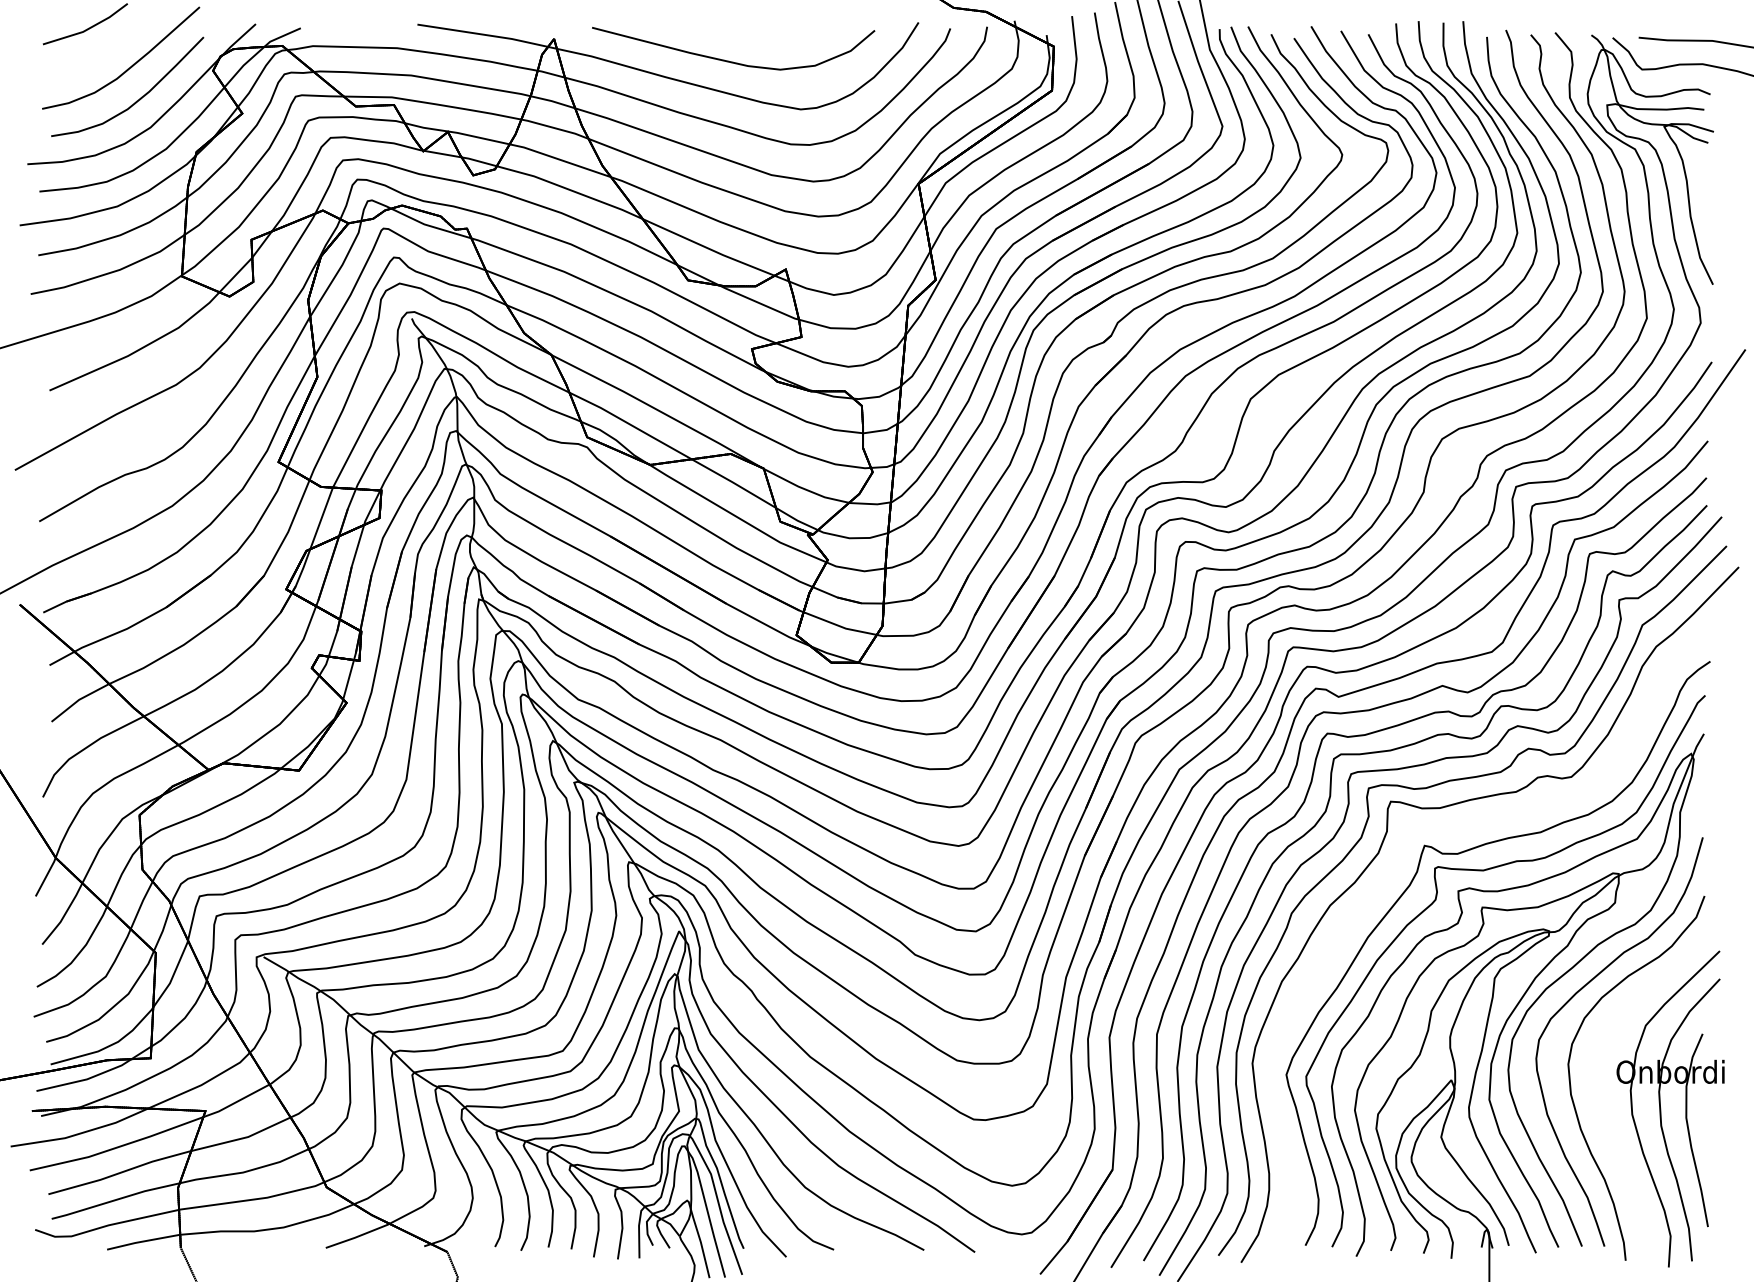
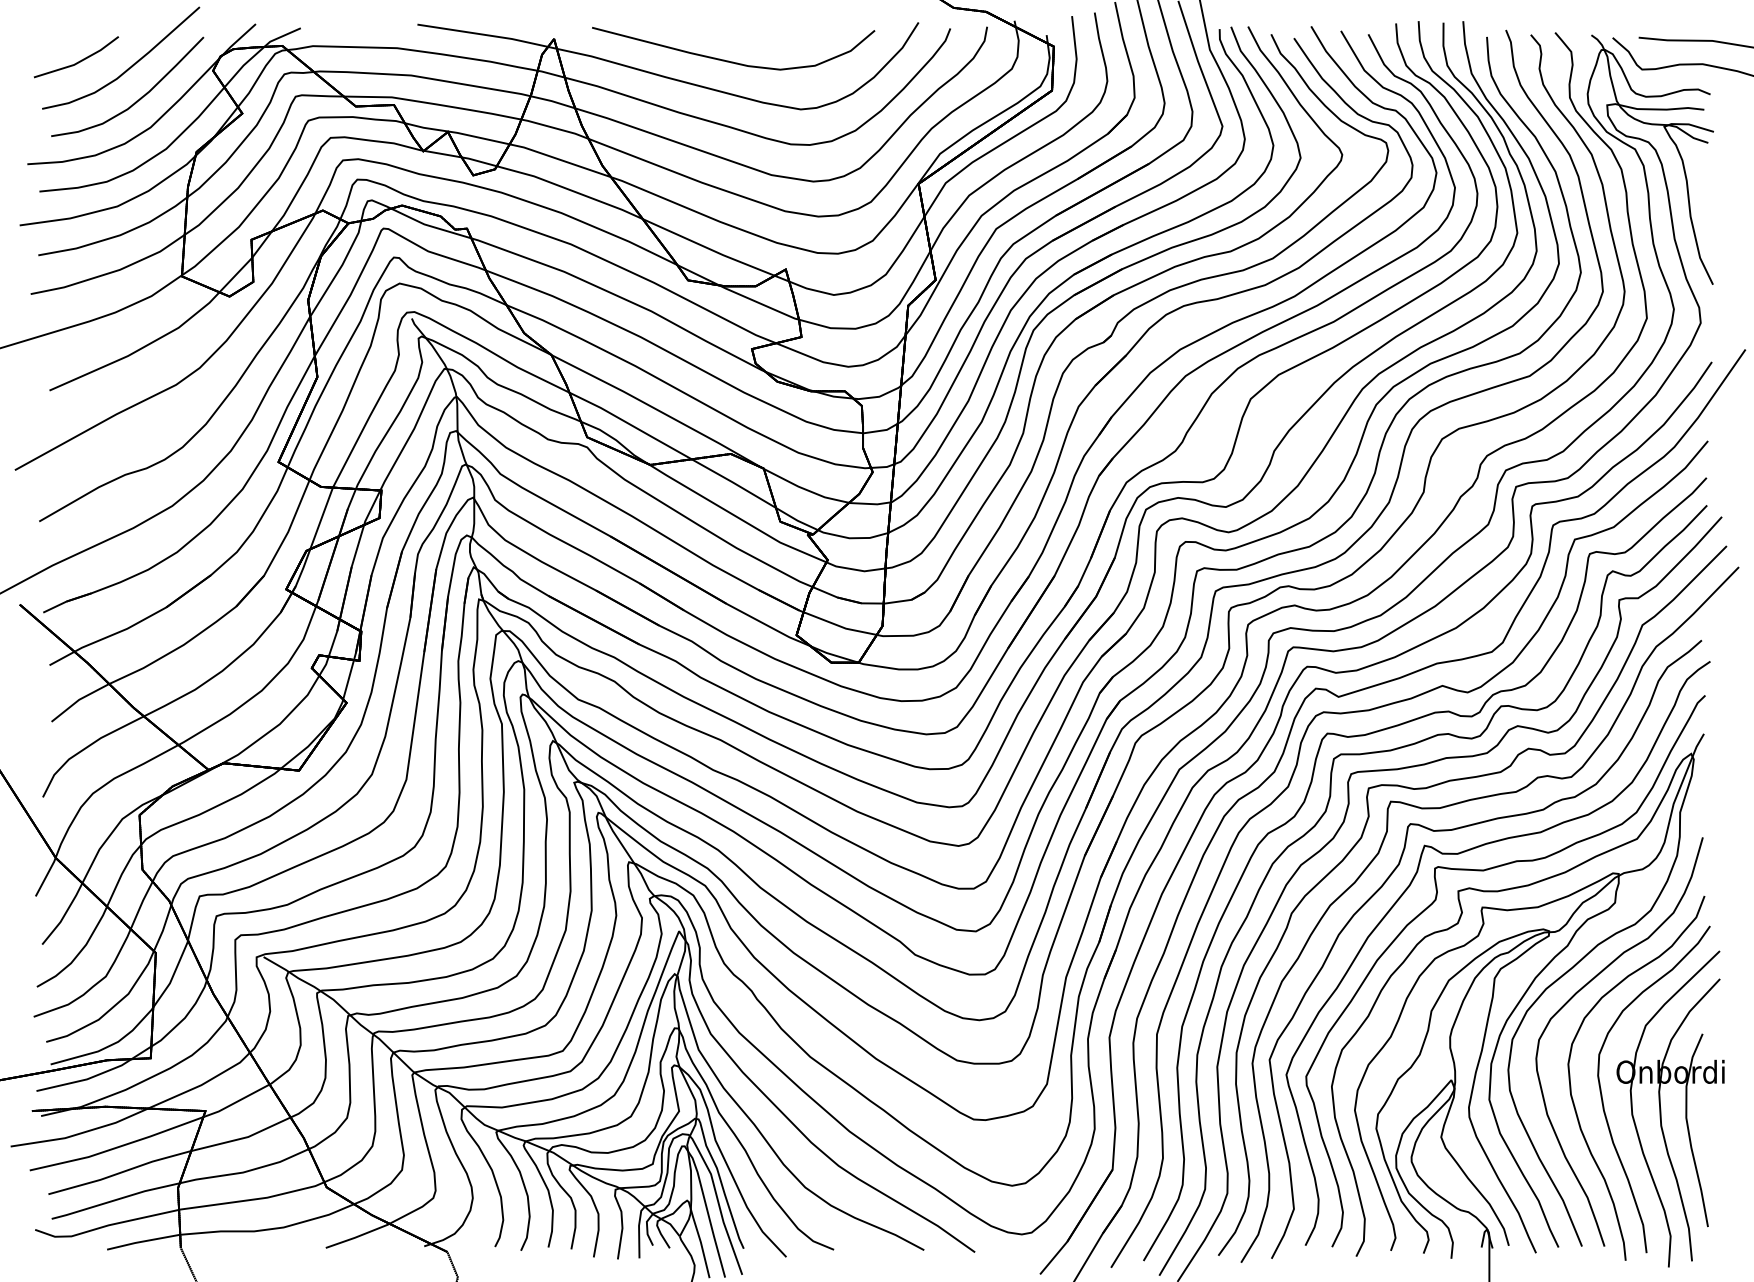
part at (84, 24) position: (84, 24) -> (75, 57)
part at (1392, 874): none -> present
